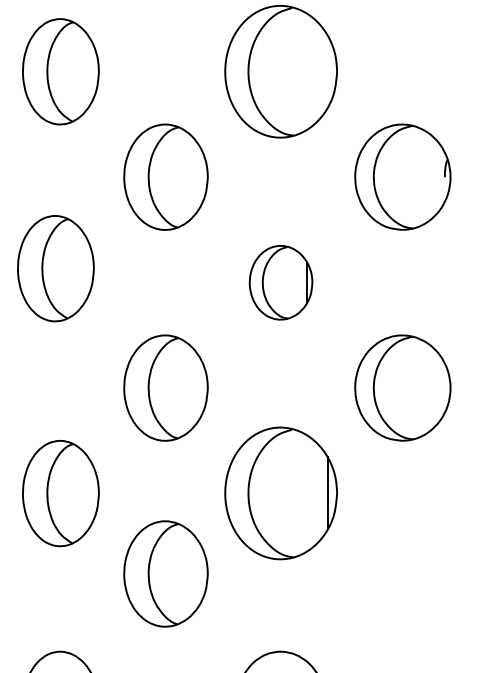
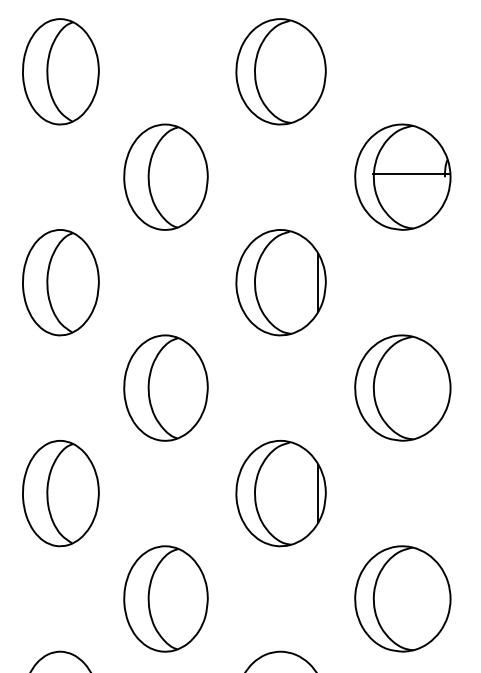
part at (280, 71) size: 114x134 px -> 92x108 px
line at (410, 173): none -> present
part at (55, 268) position: (55, 268) -> (60, 282)
part at (280, 282) size: 66x76 px -> 92x108 px
part at (280, 493) size: 114x135 px -> 92x108 px
part at (165, 573) position: (165, 573) -> (165, 598)
part at (402, 598): none -> present
